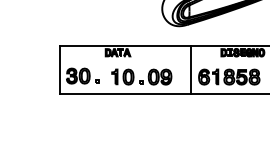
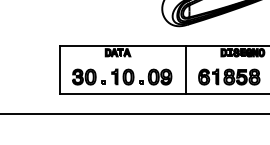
line at (191, 69) position: (191, 69) -> (186, 69)
part at (82, 75) position: (82, 75) -> (88, 76)
line at (134, 113): none -> present
